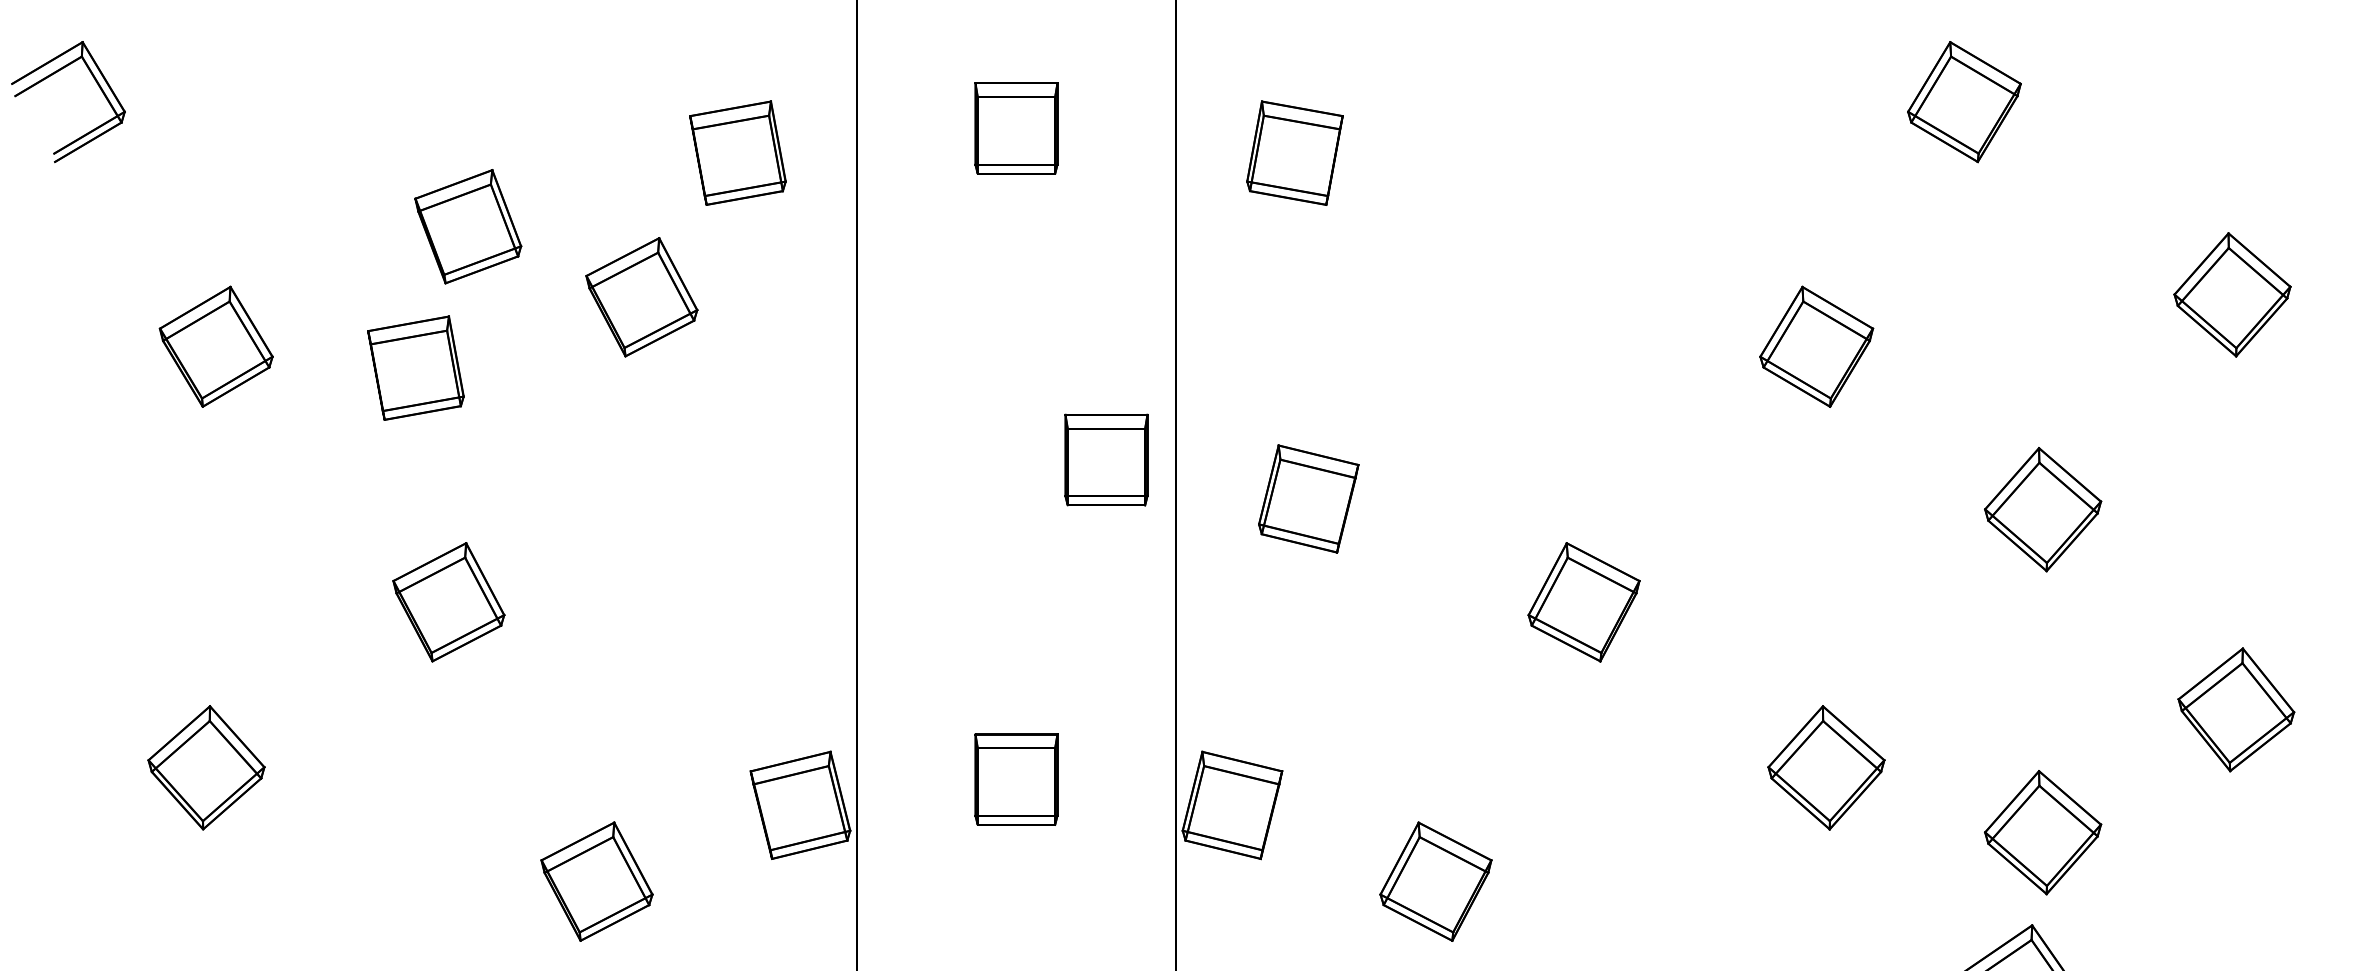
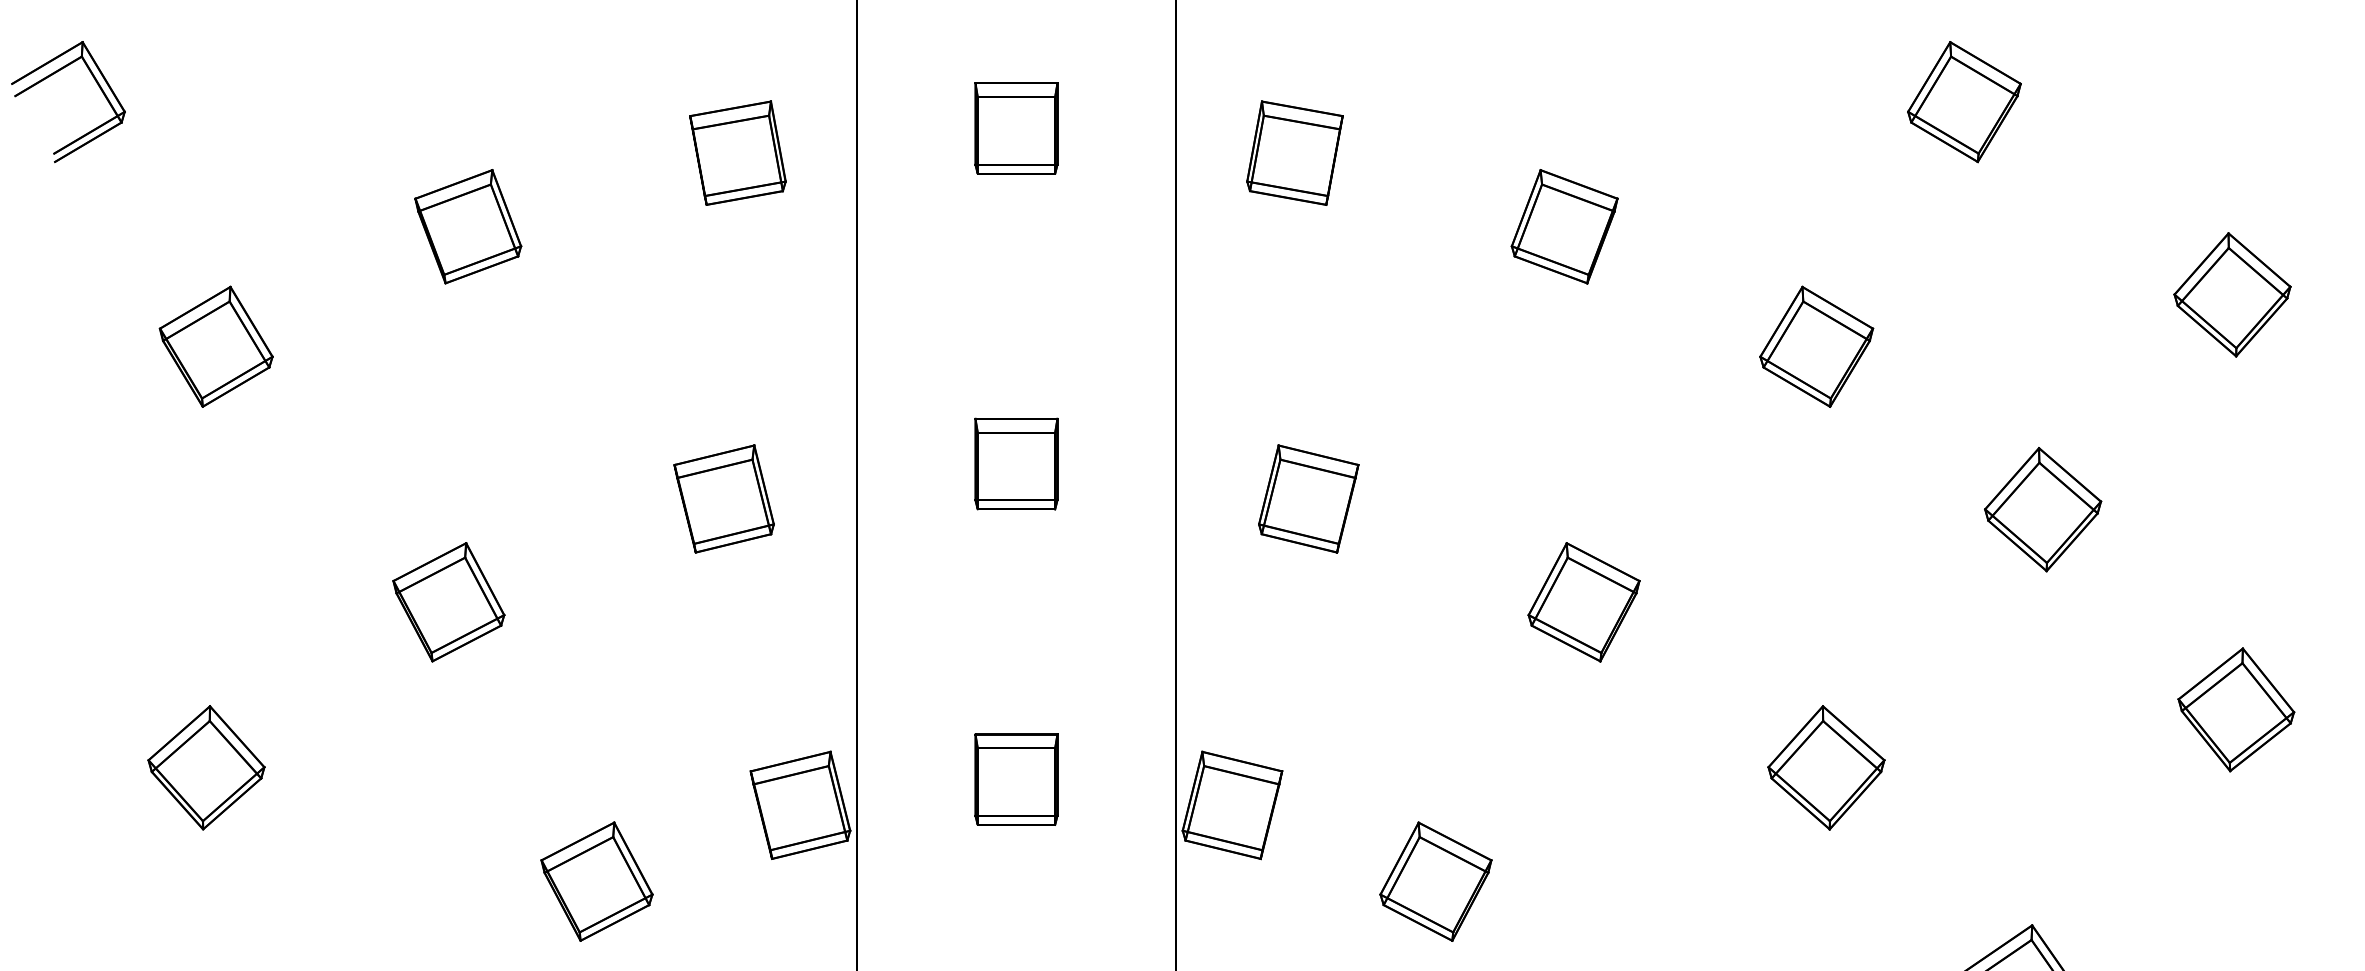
part at (1564, 226): none -> present
part at (641, 297): present -> none
part at (415, 367): present -> none
part at (1106, 459) position: (1106, 459) -> (1016, 463)
part at (723, 498): none -> present
part at (2043, 832): present -> none
